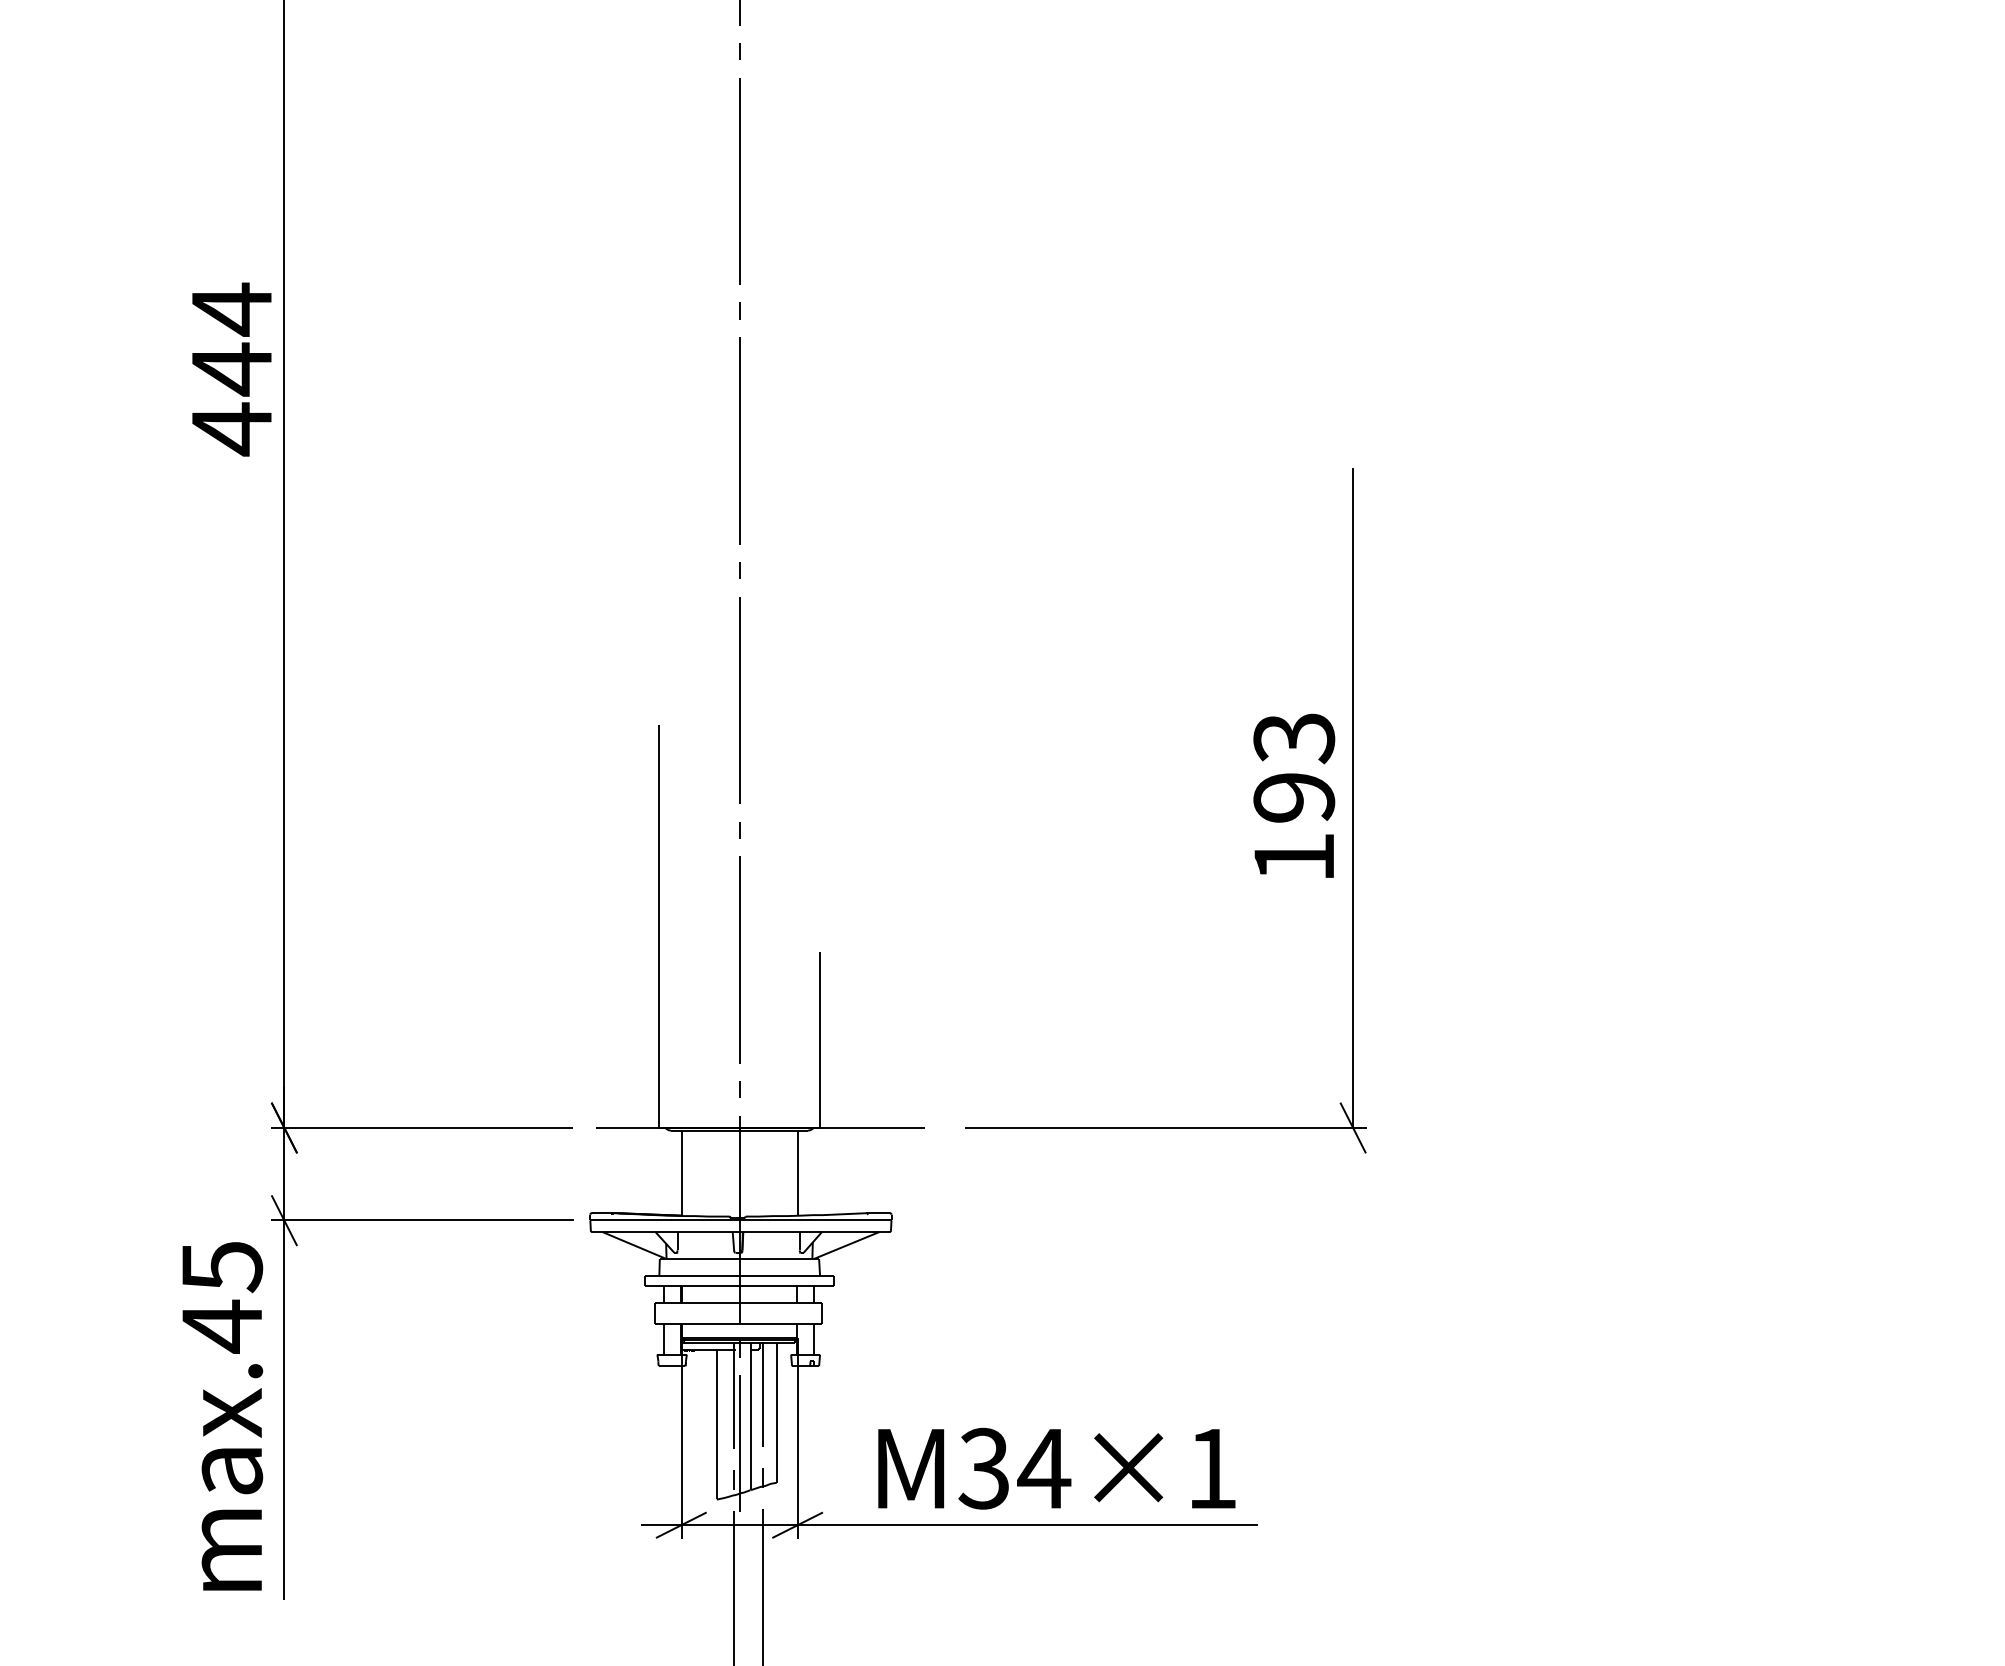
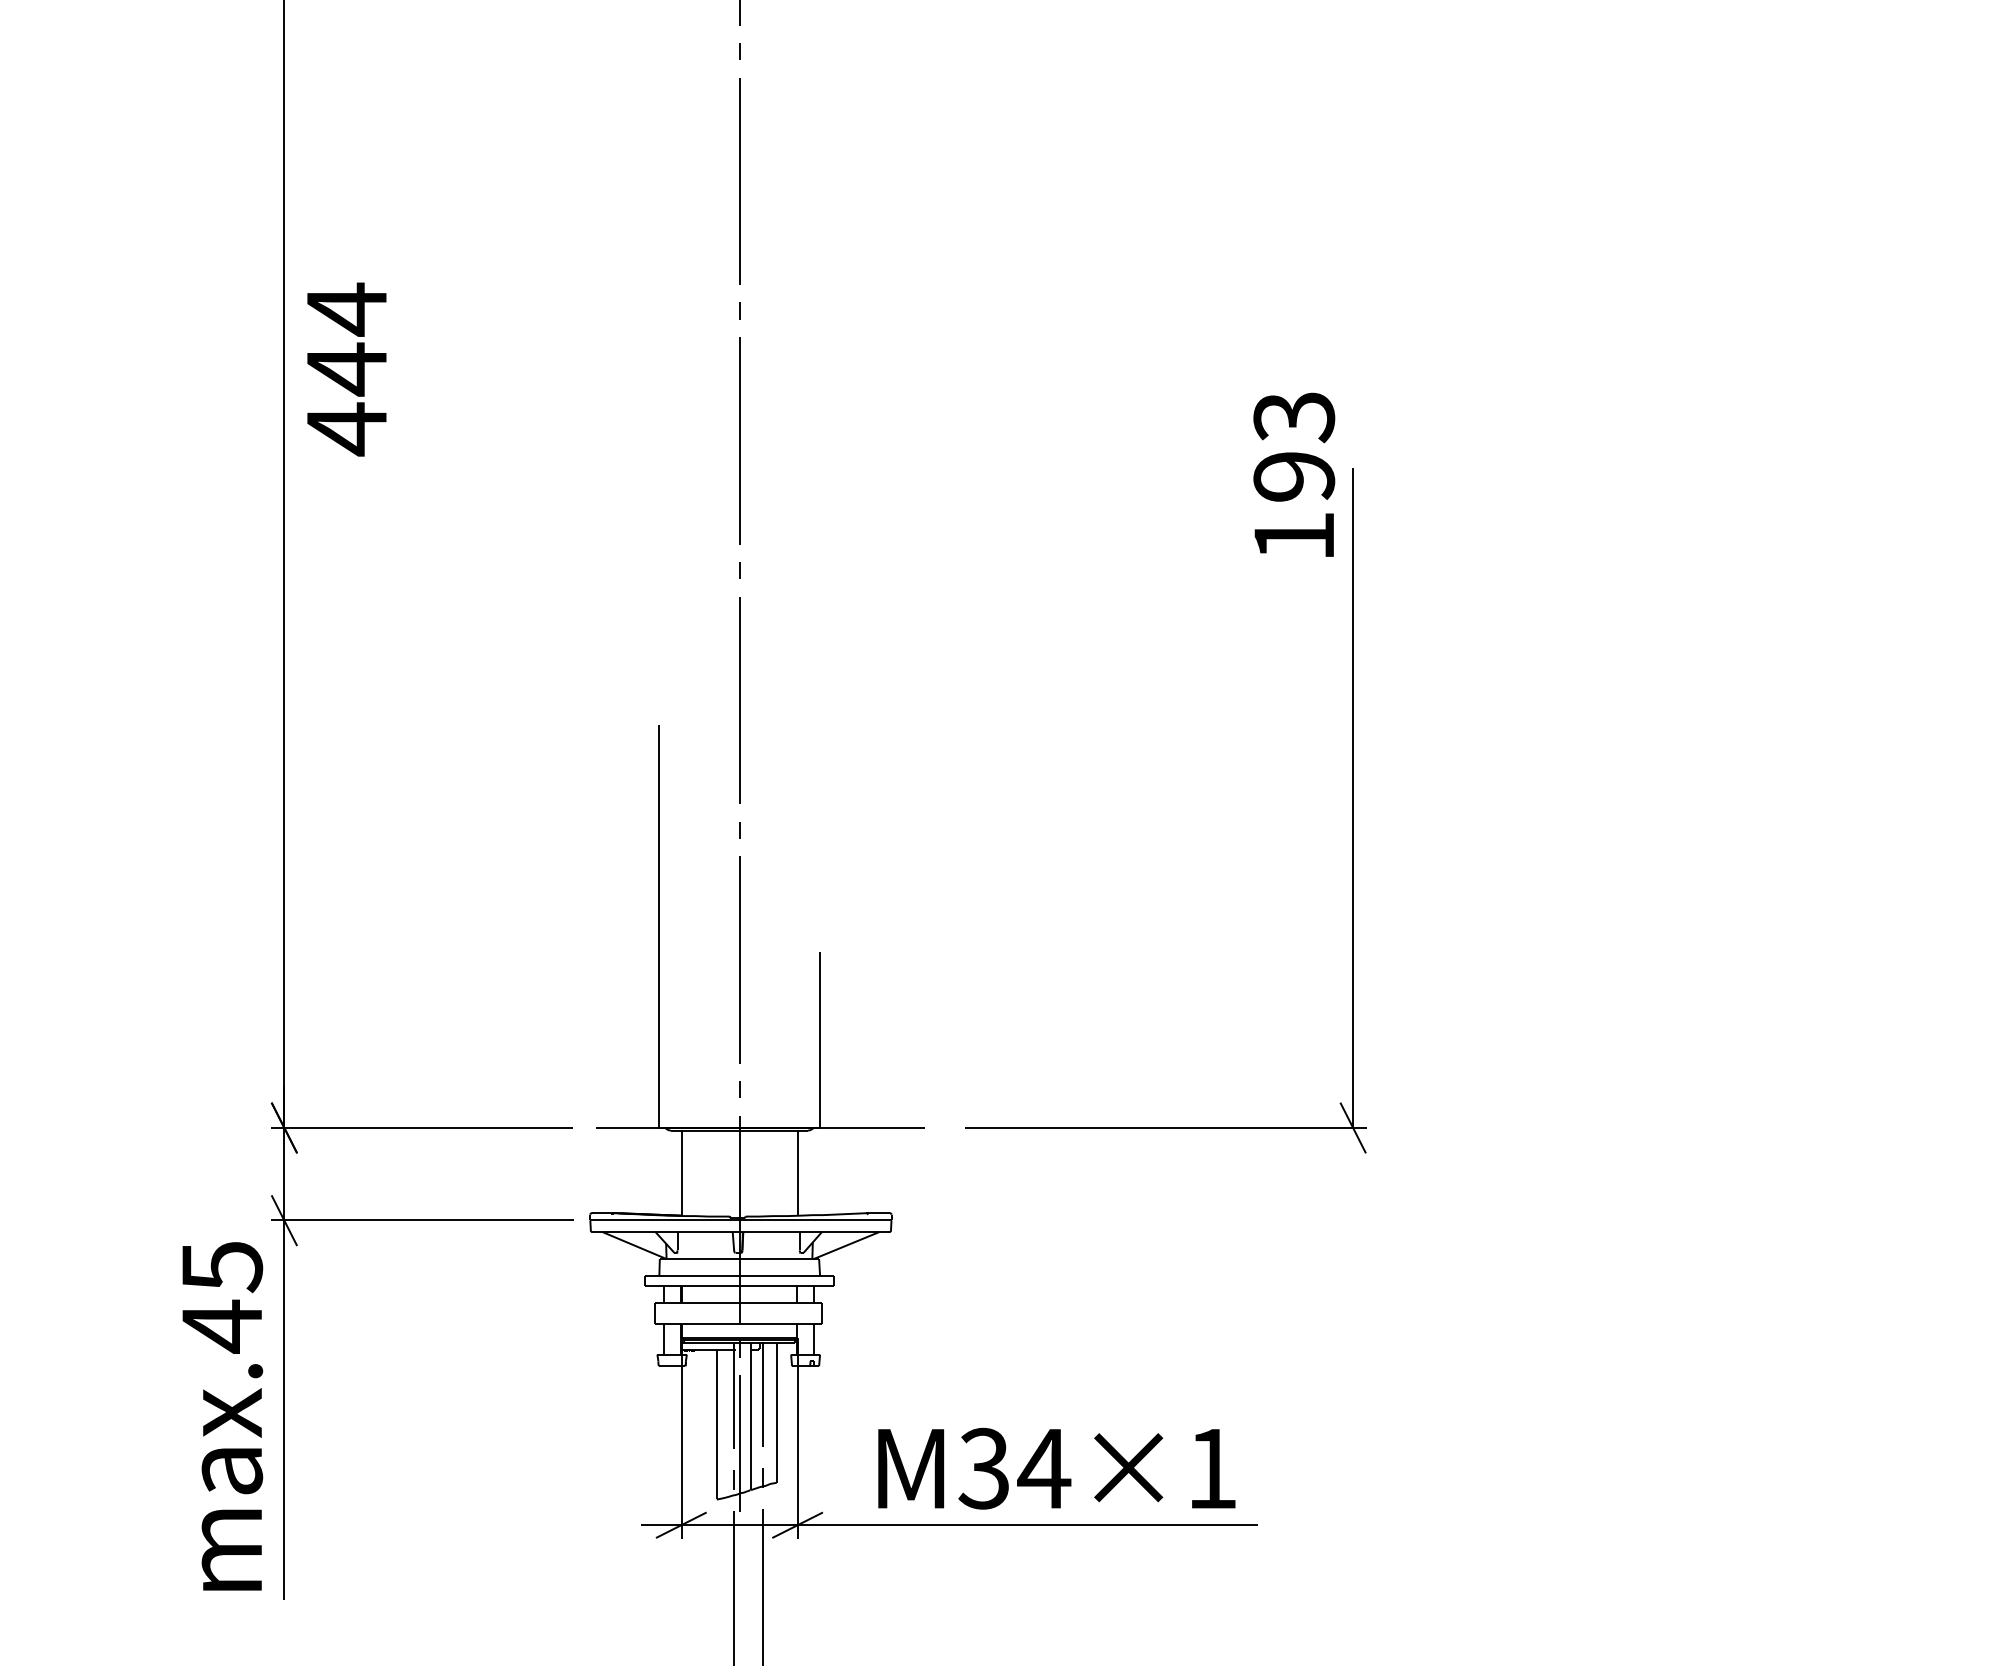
text at (231, 369) position: (231, 369) -> (346, 369)
text at (1294, 795) position: (1294, 795) -> (1294, 474)
